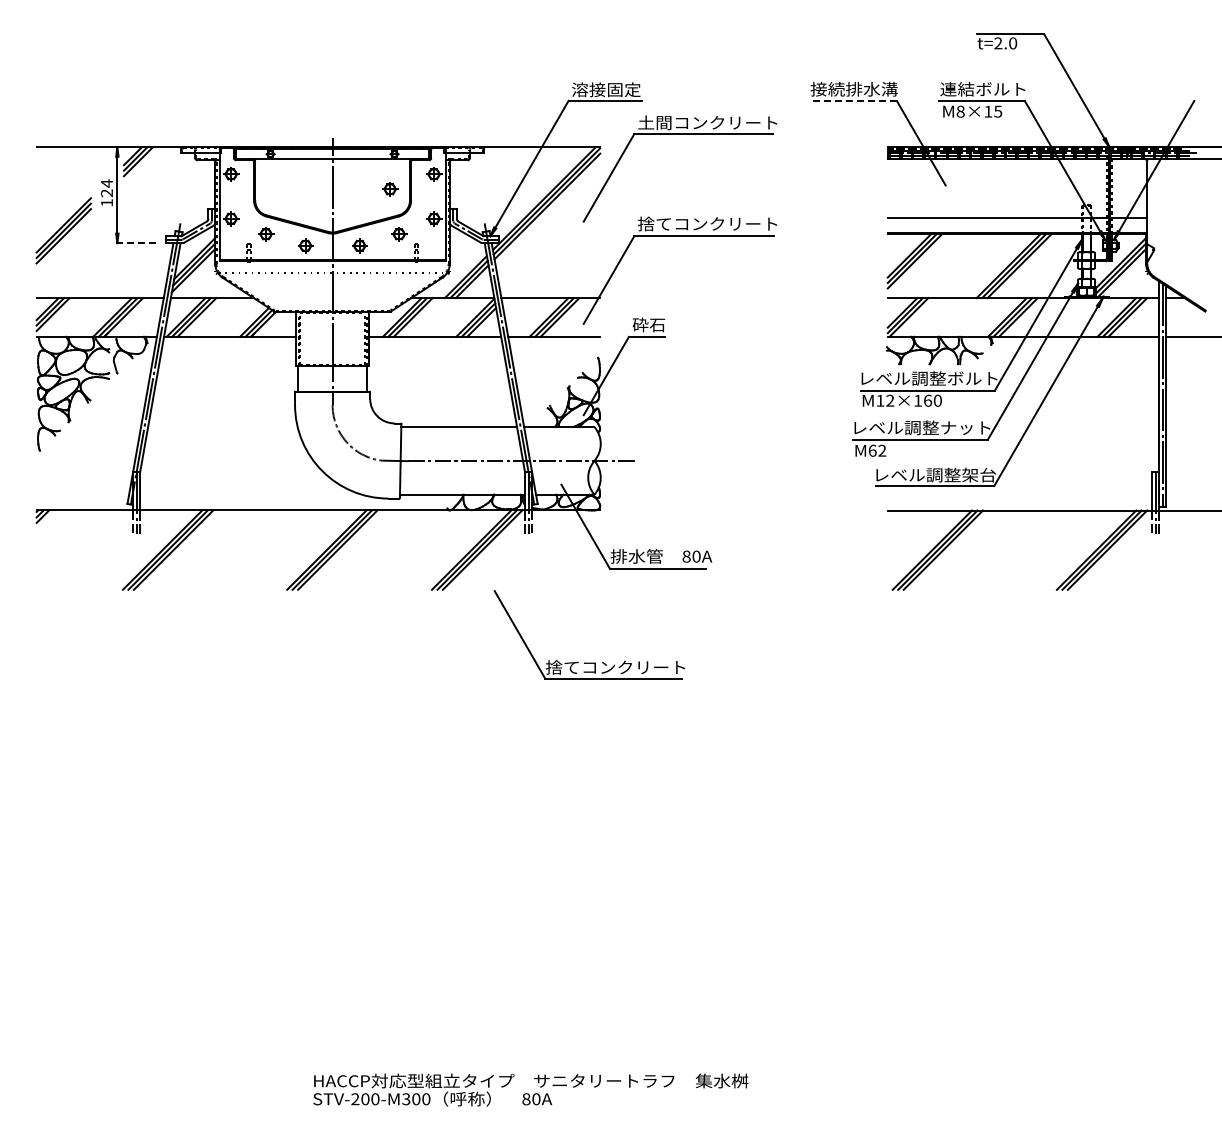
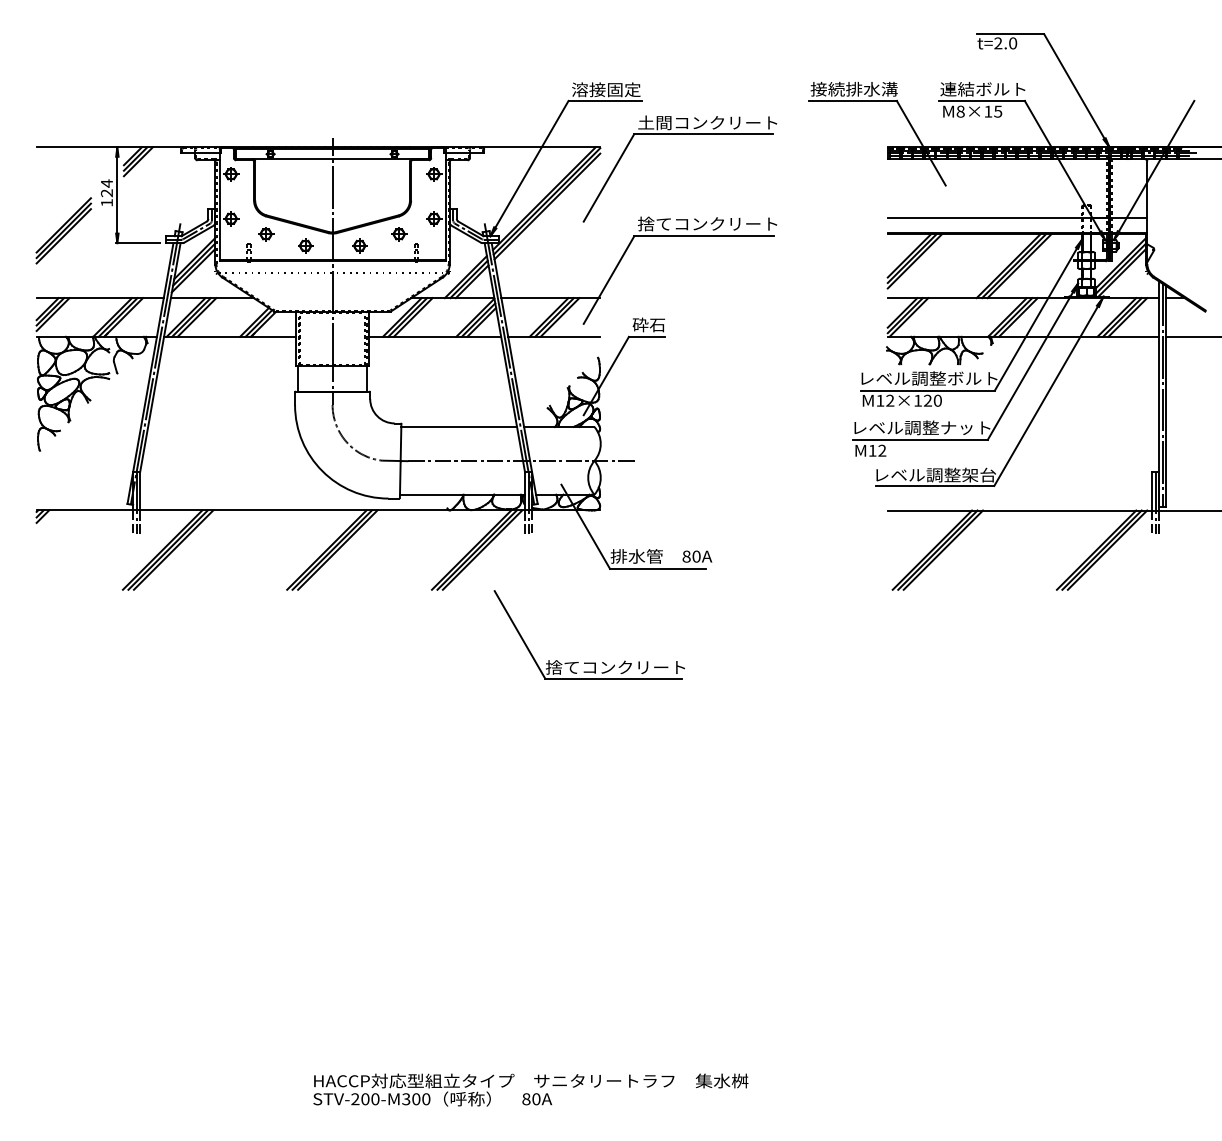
line at (853, 100): dashed -> solid
part at (390, 189): present -> none
line at (138, 243): dashed -> solid
text at (927, 400): M12×160 -> M12×120
text at (872, 450): M62 -> M12
